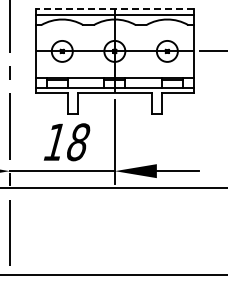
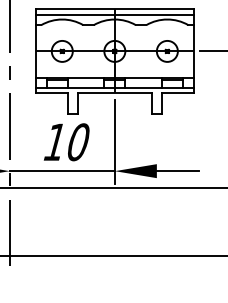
line at (114, 9): dashed -> solid
text at (78, 142): 18 -> 10
line at (113, 275) position: (113, 275) -> (113, 256)
